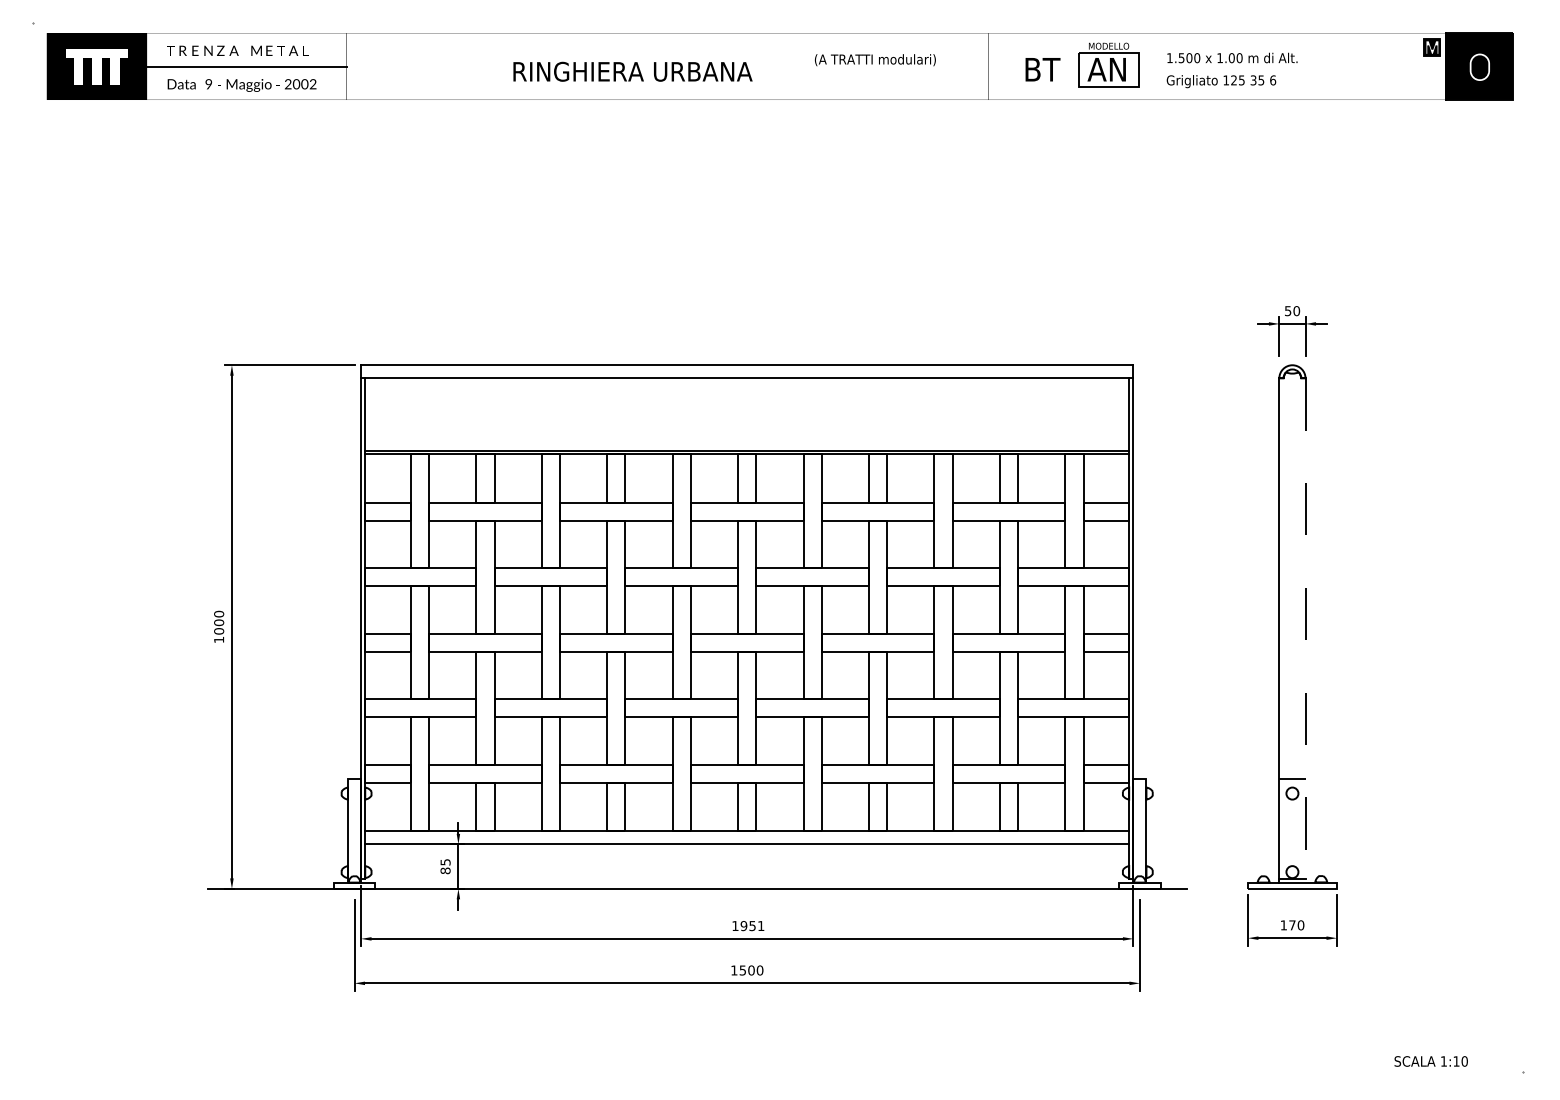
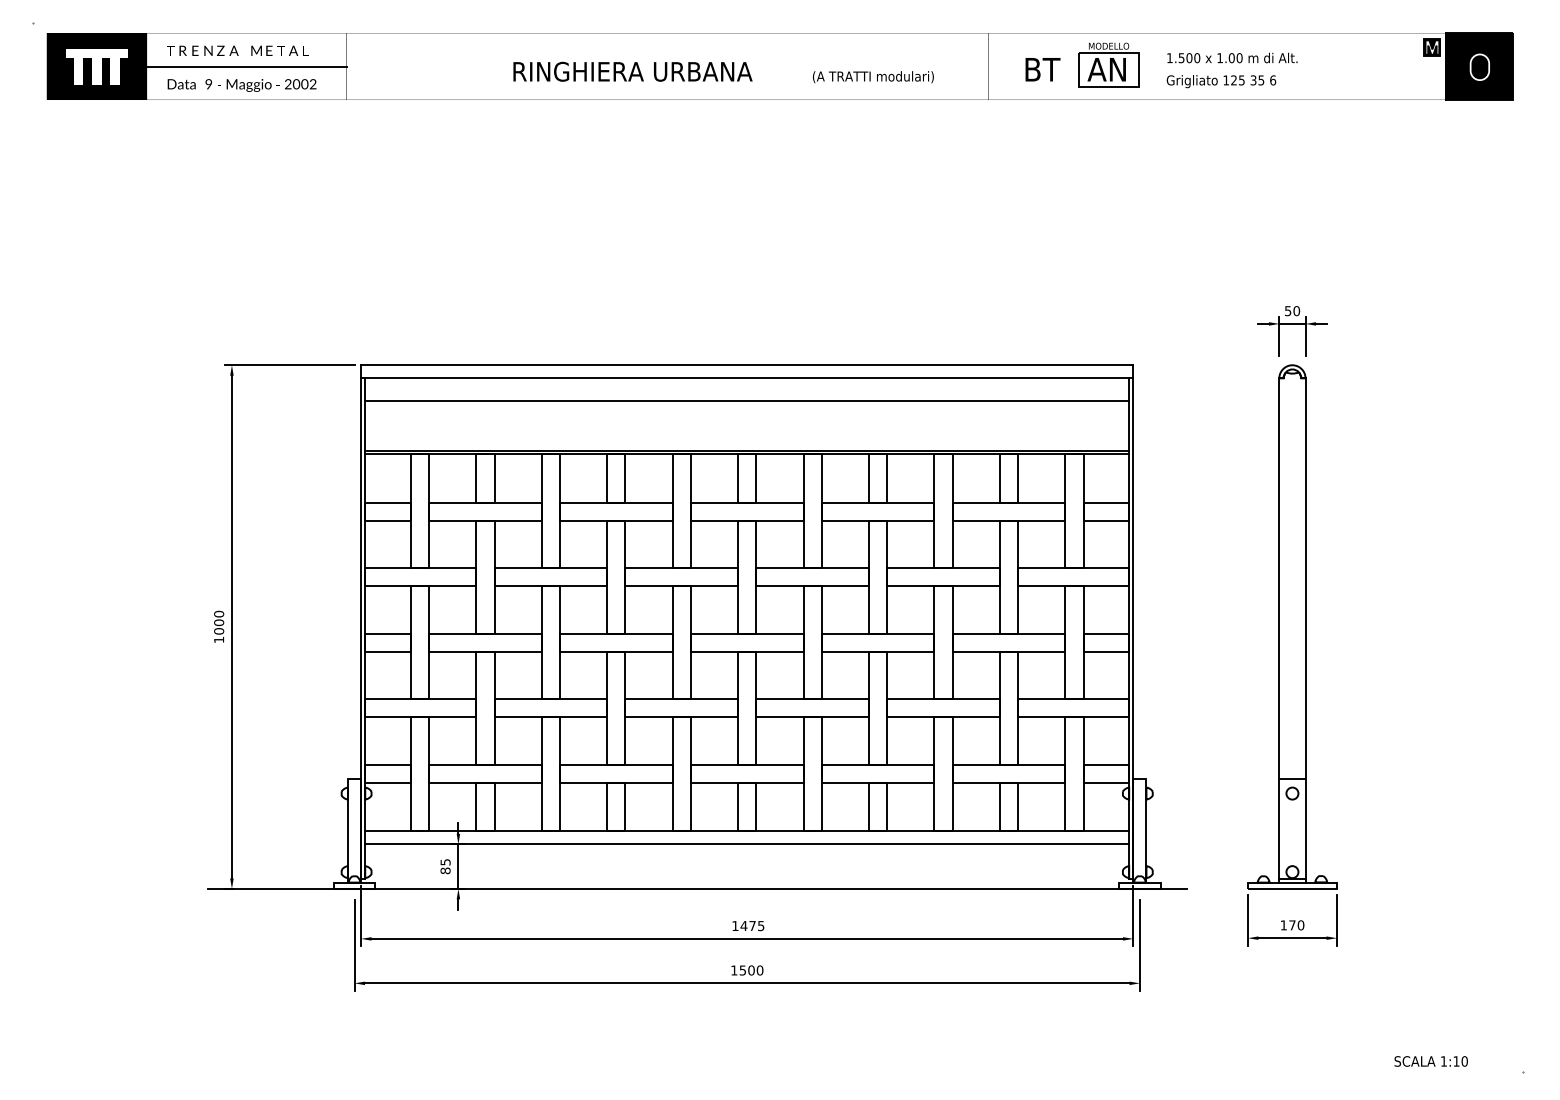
text at (875, 60) position: (875, 60) -> (873, 77)
line at (747, 400): none -> present
line at (1305, 630): dashed -> solid
text at (752, 926): 1951 -> 1475
